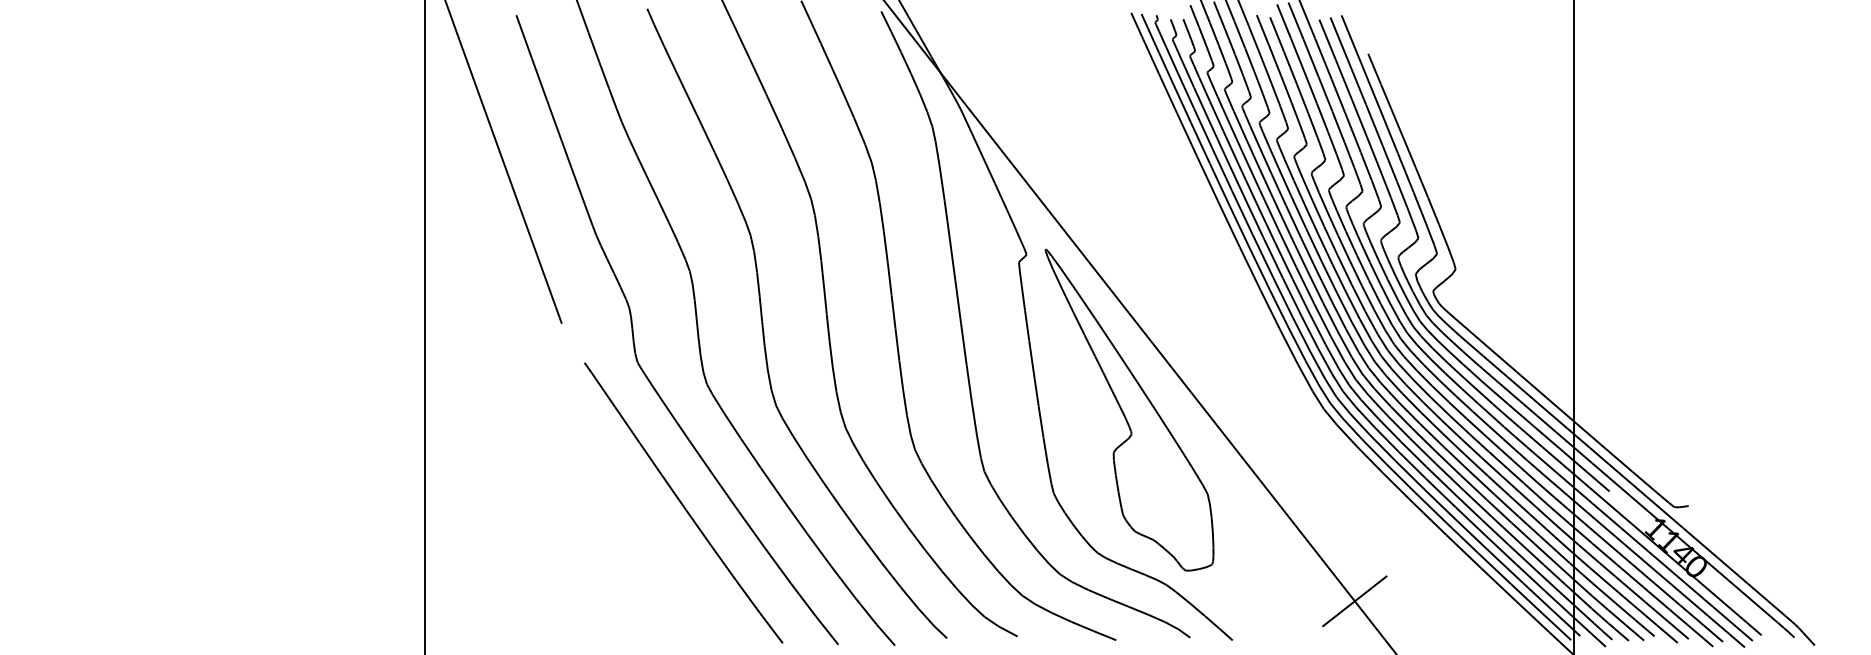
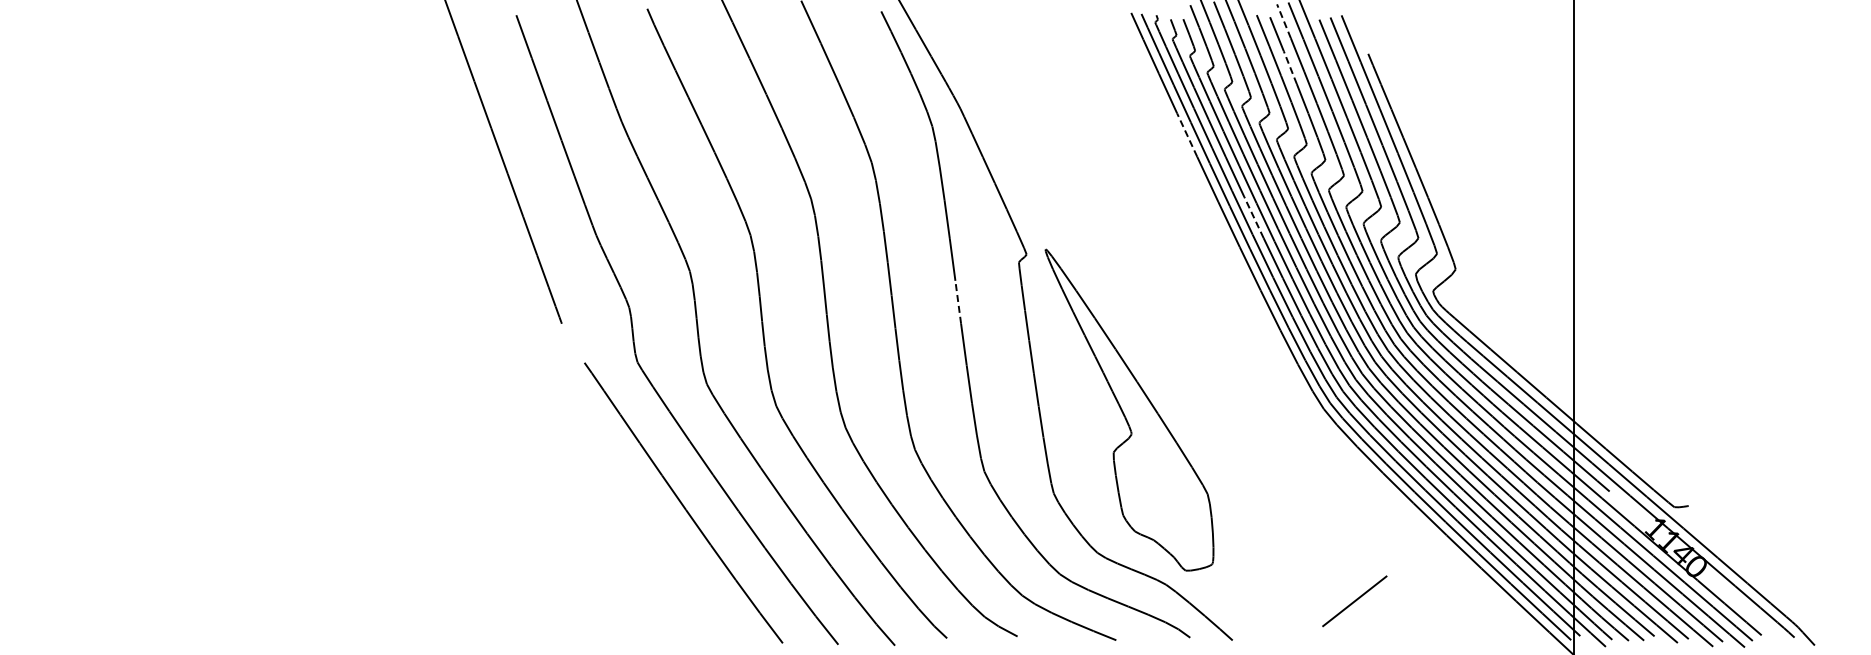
line at (1283, 20): solid -> dashed
line at (1290, 67): solid -> dashed
line at (1187, 135): solid -> dashed
line at (1254, 217): solid -> dashed
line at (958, 302): solid -> dashed
line at (424, 326): present -> none
line at (1139, 326): present -> none
